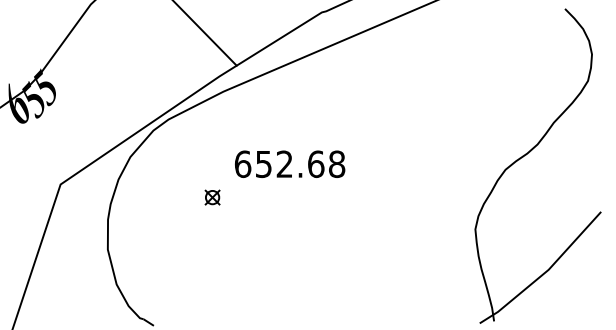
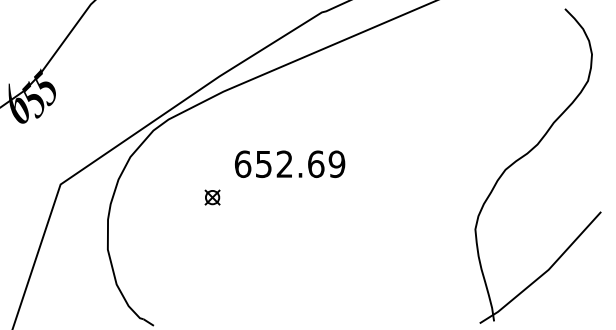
line at (205, 33): present -> none
text at (336, 164): 652.68 -> 652.69
